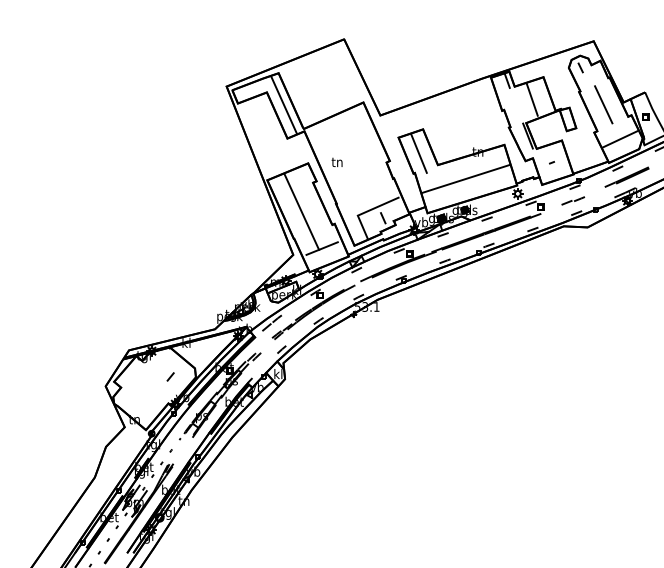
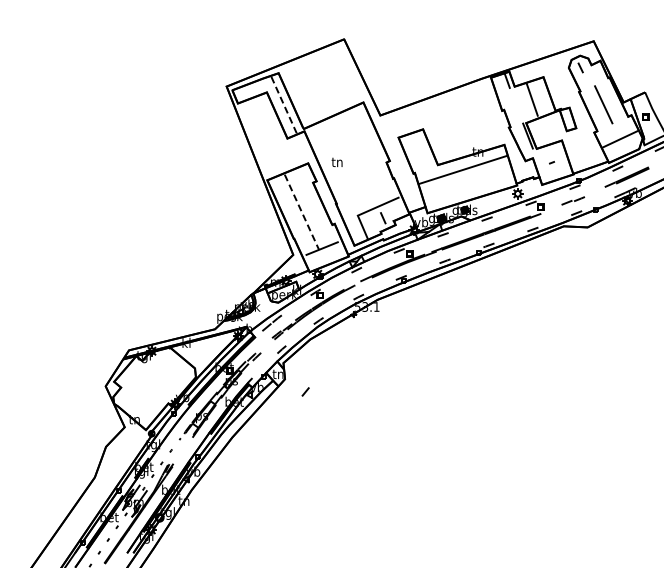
line at (284, 105): solid -> dashed
line at (418, 153): present -> none
line at (465, 178) position: (465, 178) -> (462, 169)
line at (302, 212): solid -> dashed
text at (277, 374): kl -> tn
line at (170, 376) position: (170, 376) -> (305, 391)
